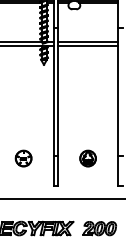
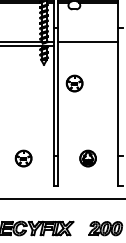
line at (87, 46): present -> none
part at (74, 83): none -> present
part at (99, 228) position: (99, 228) -> (105, 228)
